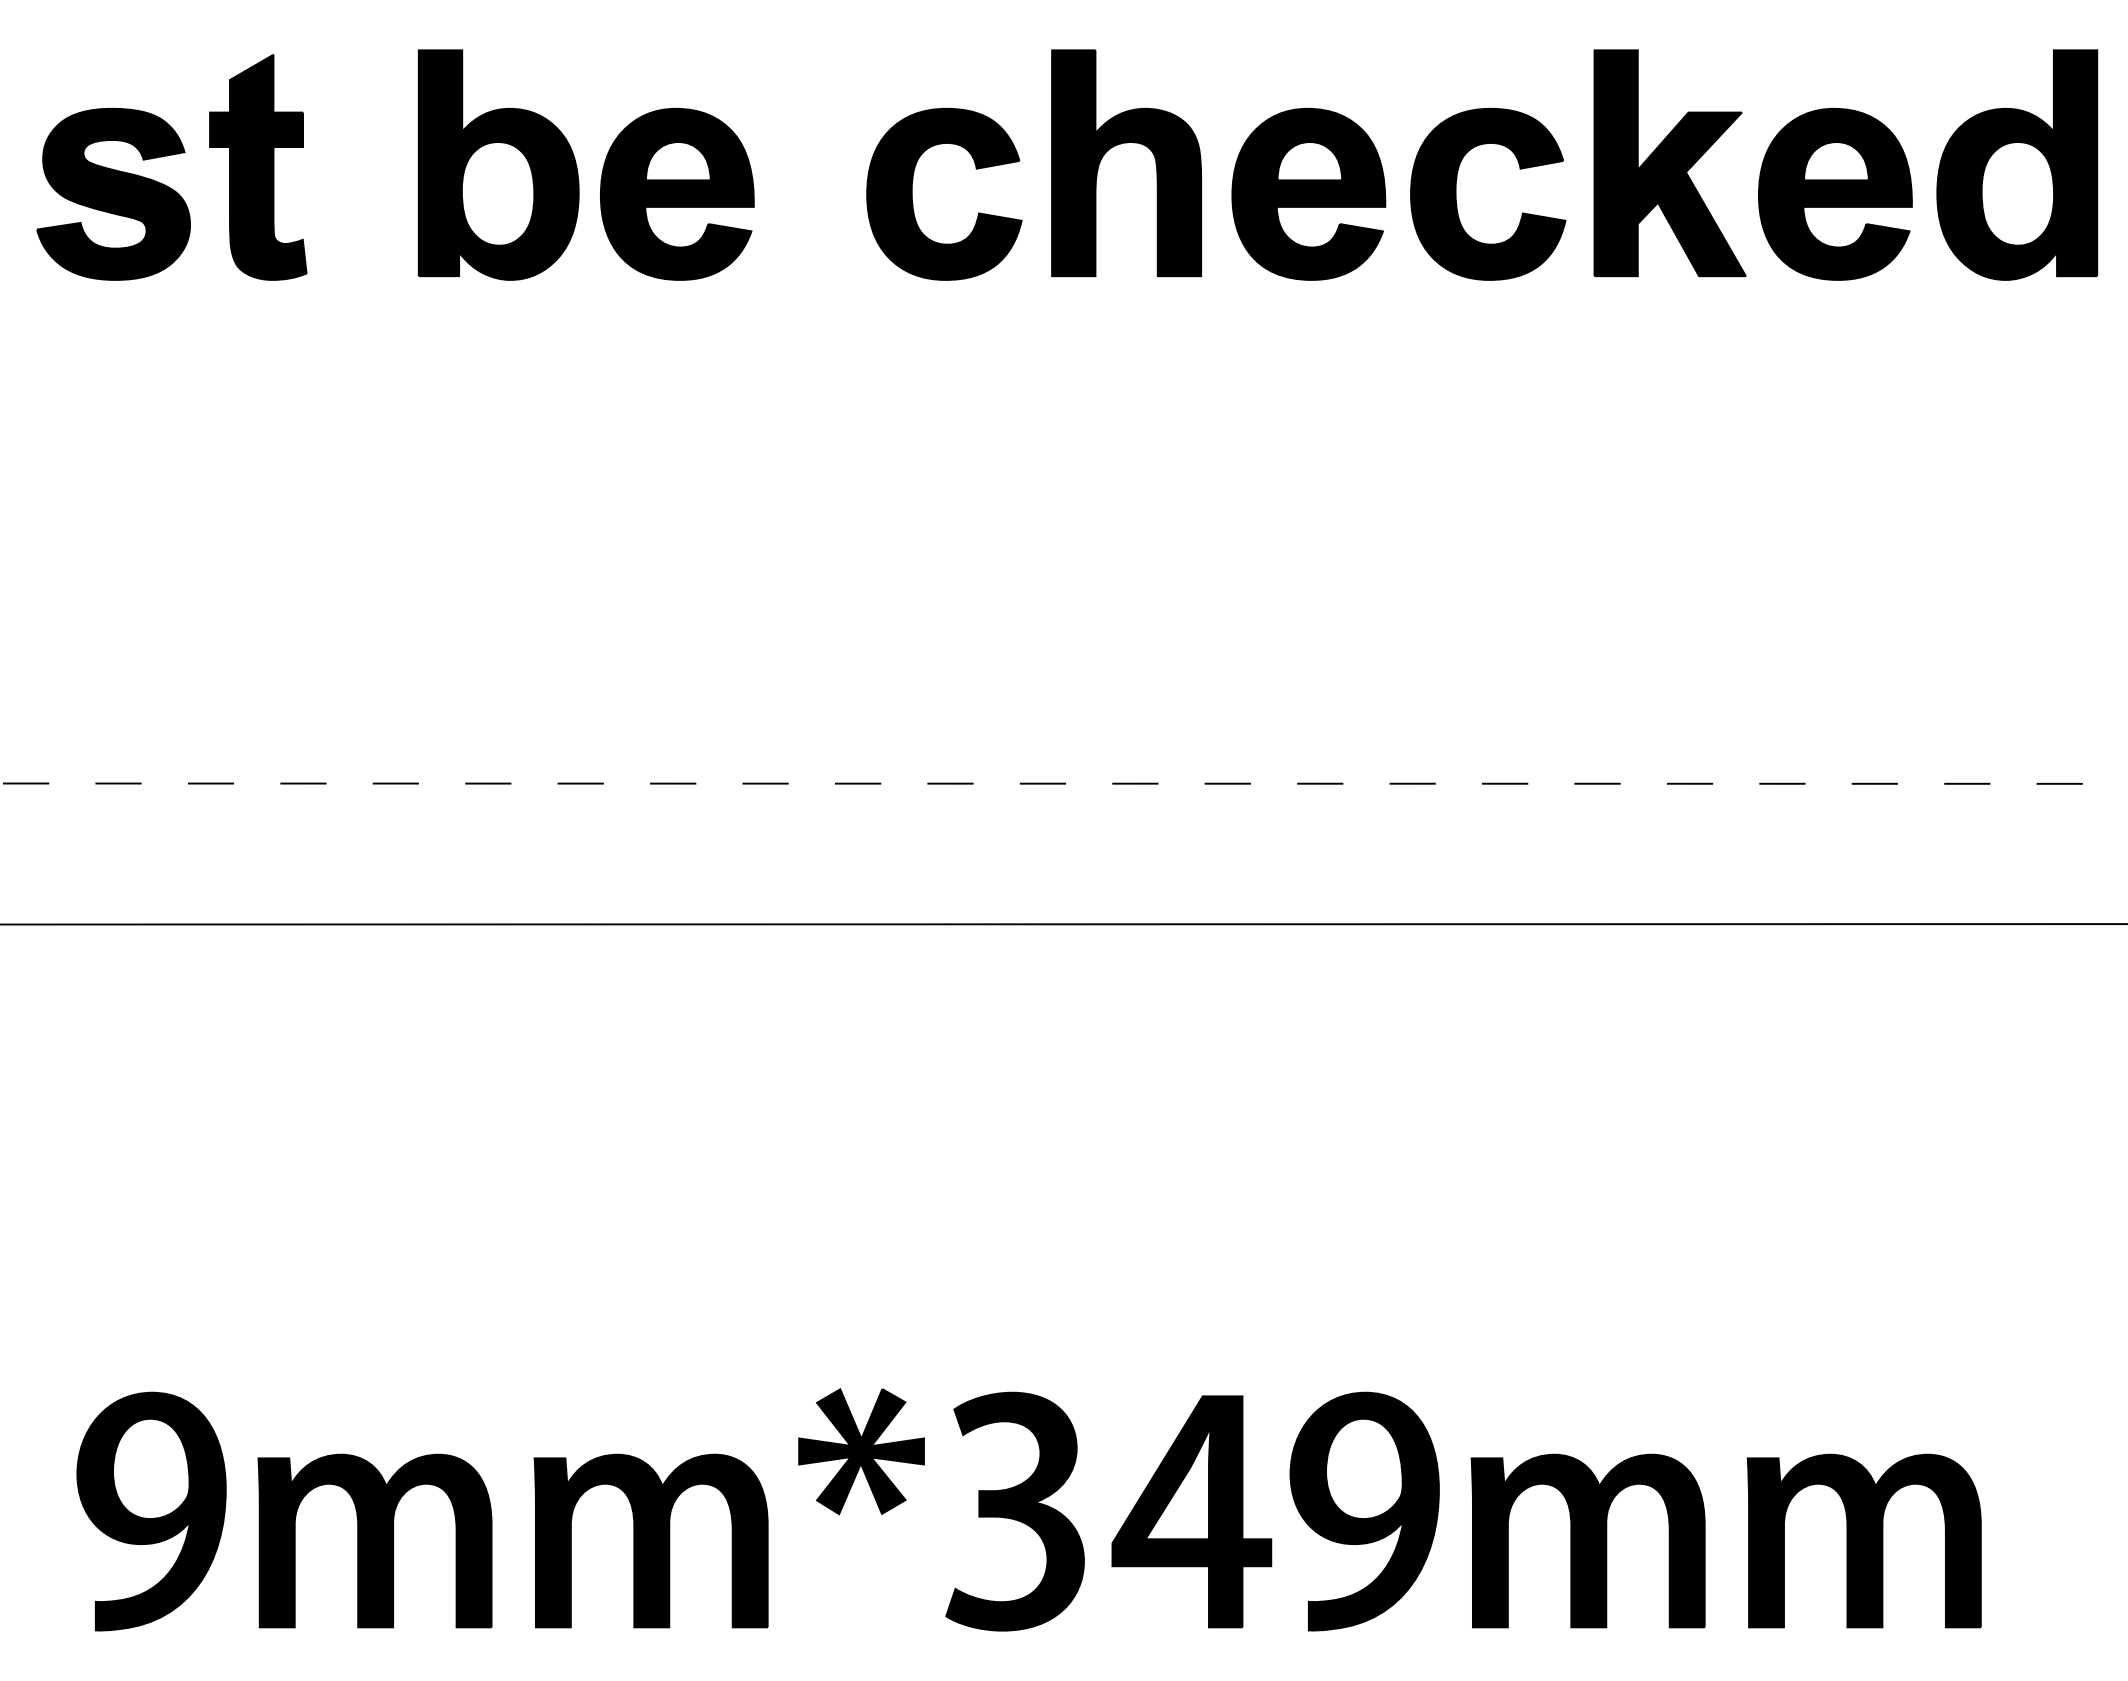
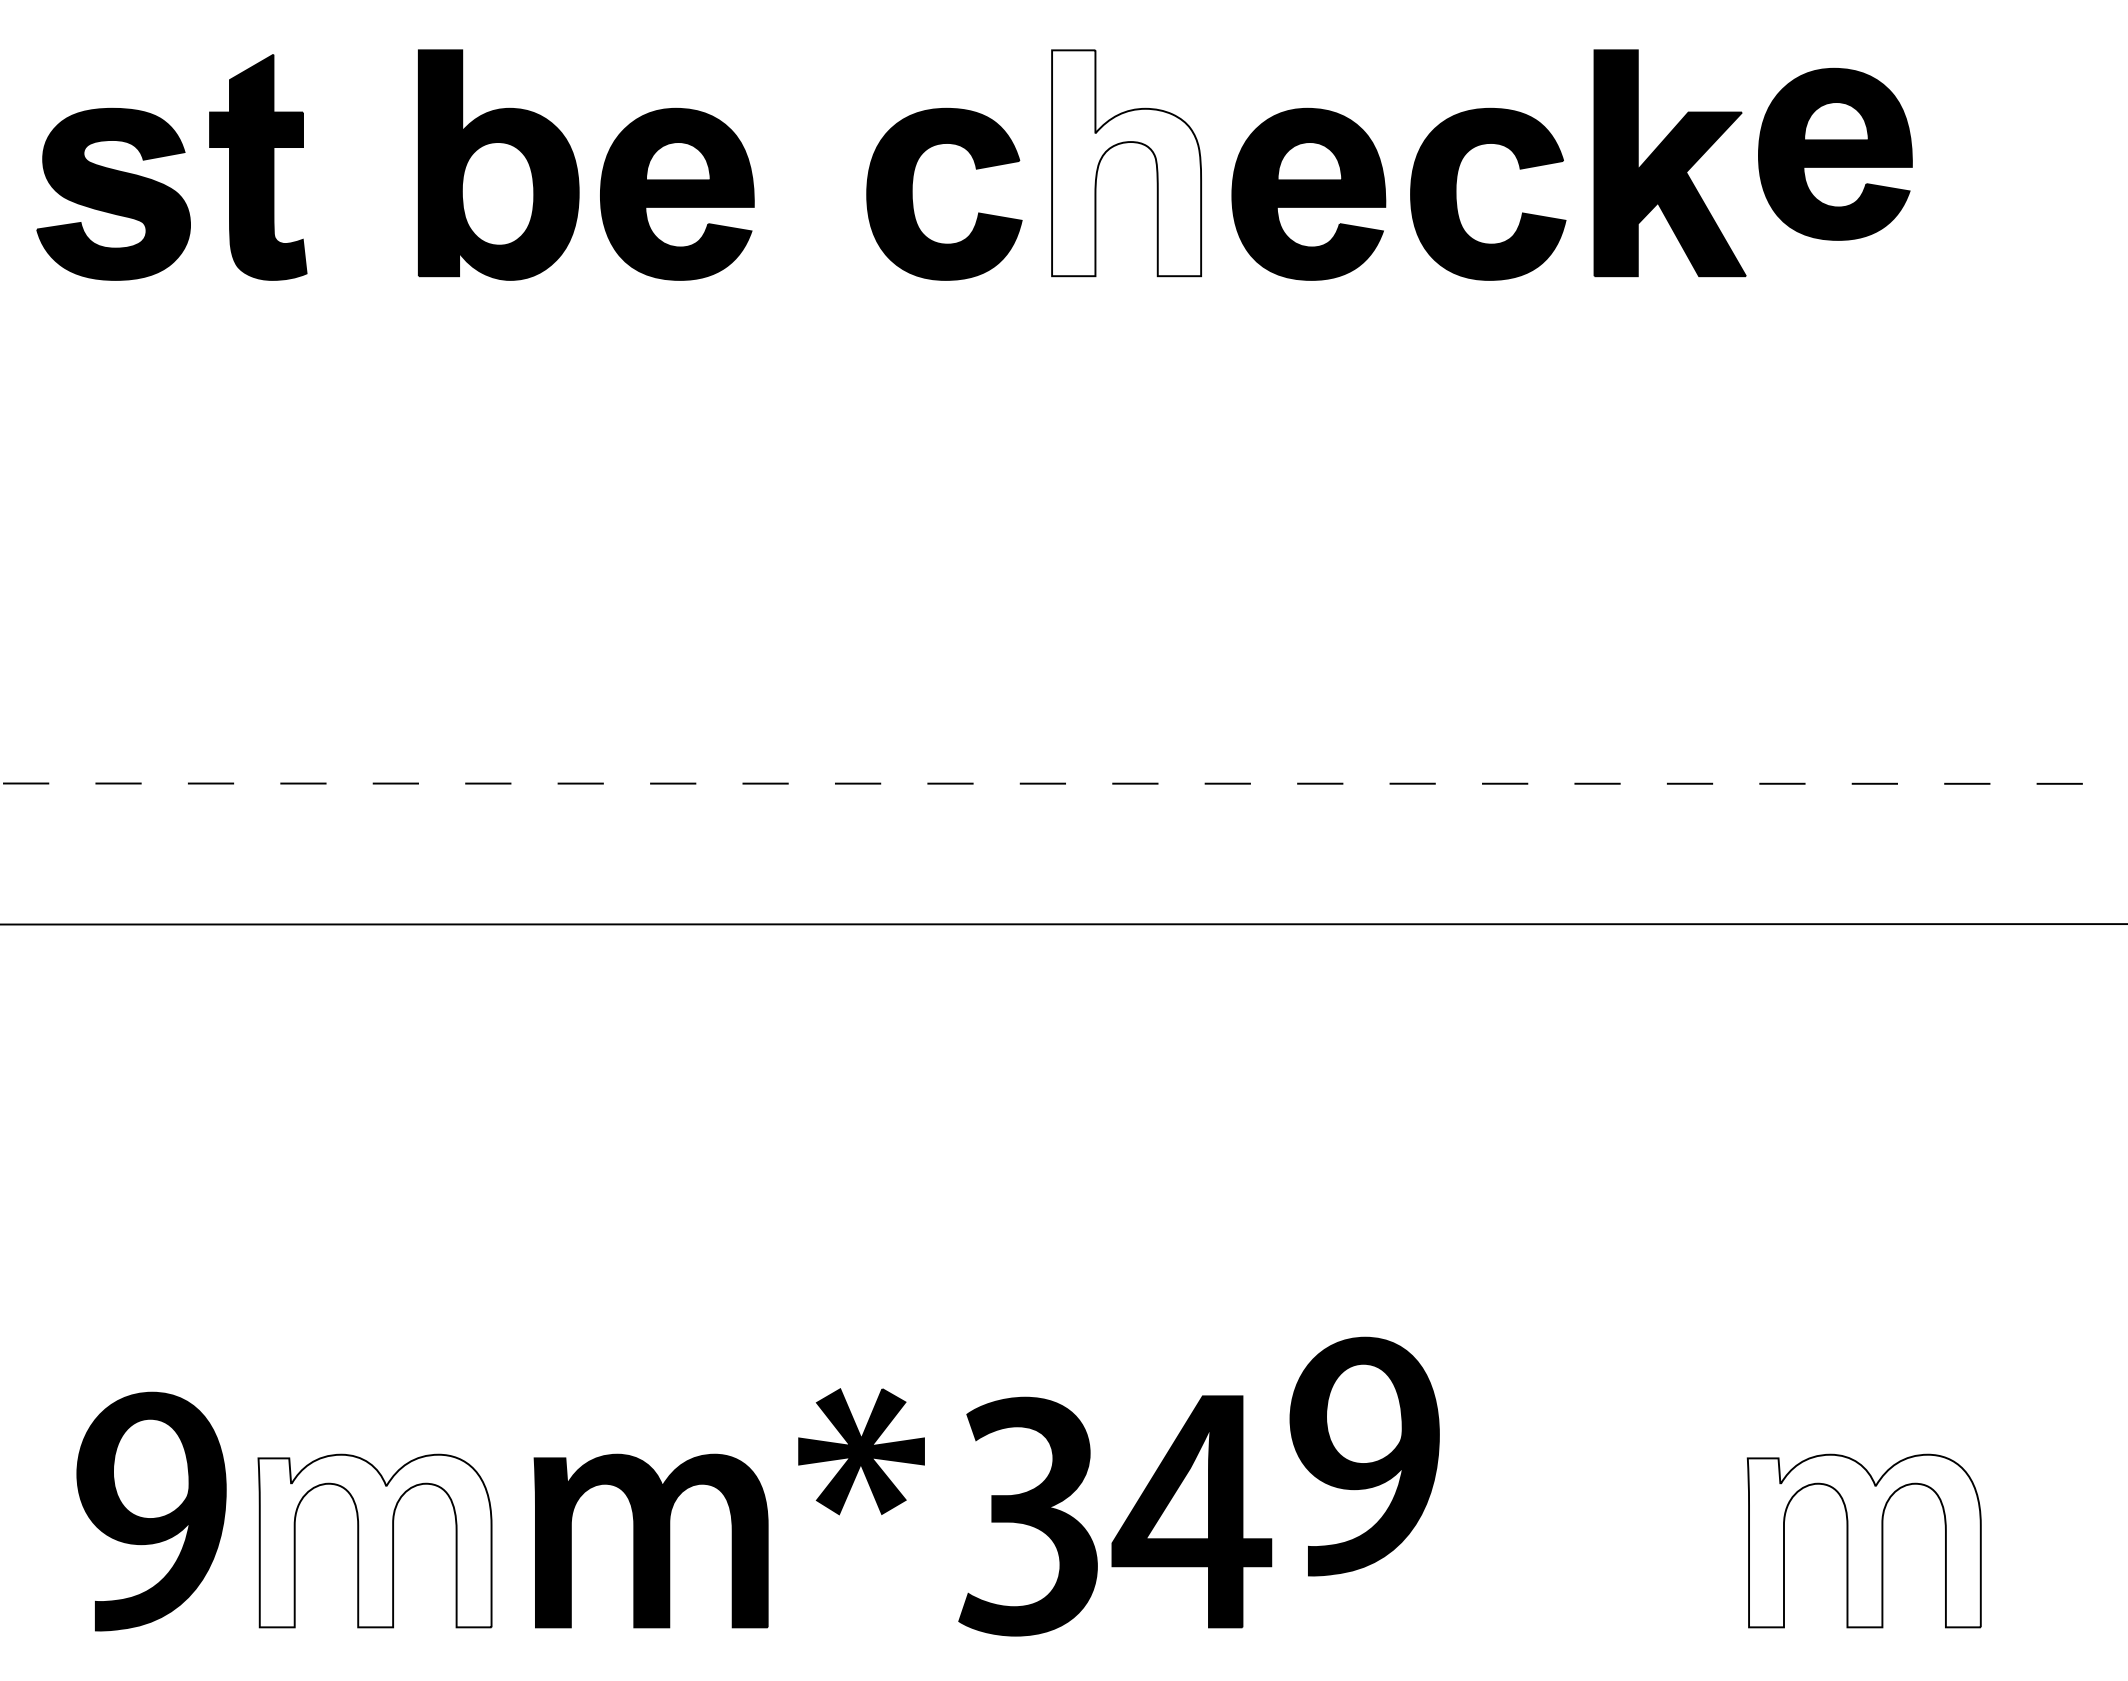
fill at (1126, 163): present -> none
part at (2017, 164): present -> none
part at (1835, 193) position: (1835, 193) -> (1835, 153)
part at (1014, 1511) position: (1014, 1511) -> (1027, 1516)
part at (1364, 1511) position: (1364, 1511) -> (1364, 1456)
fill at (374, 1540): present -> none
part at (1587, 1540): present -> none
fill at (1863, 1540): present -> none
